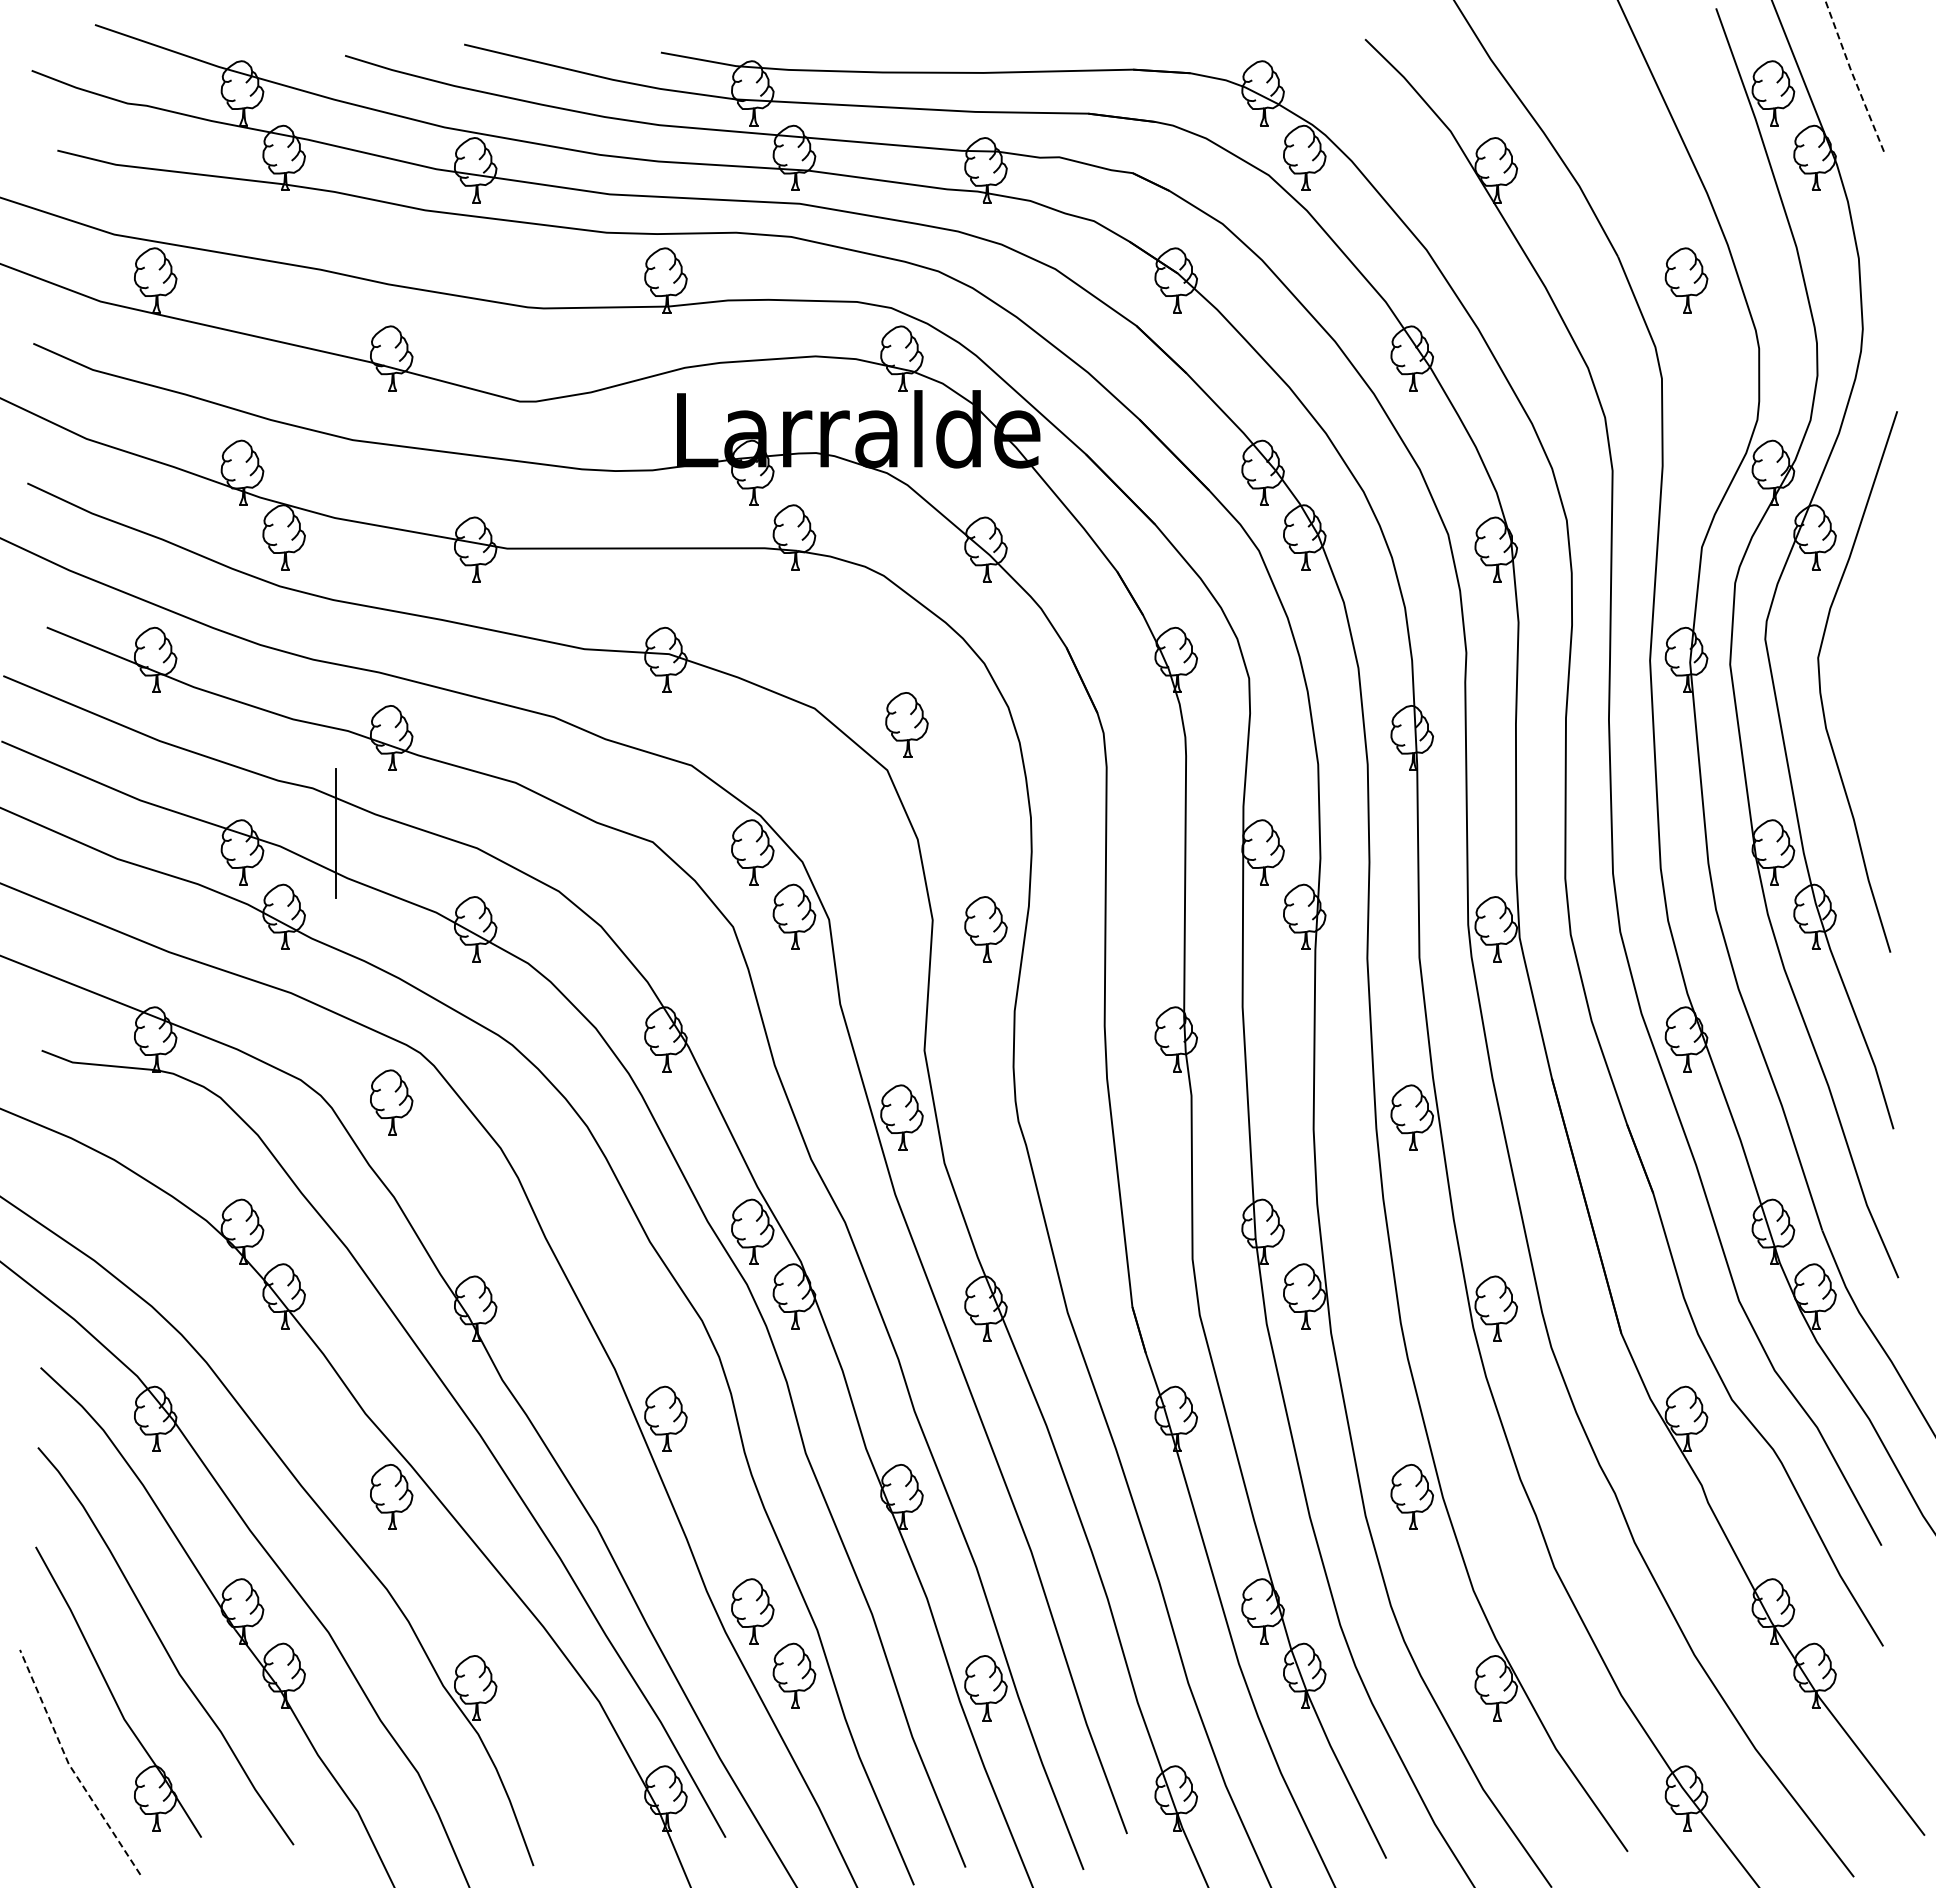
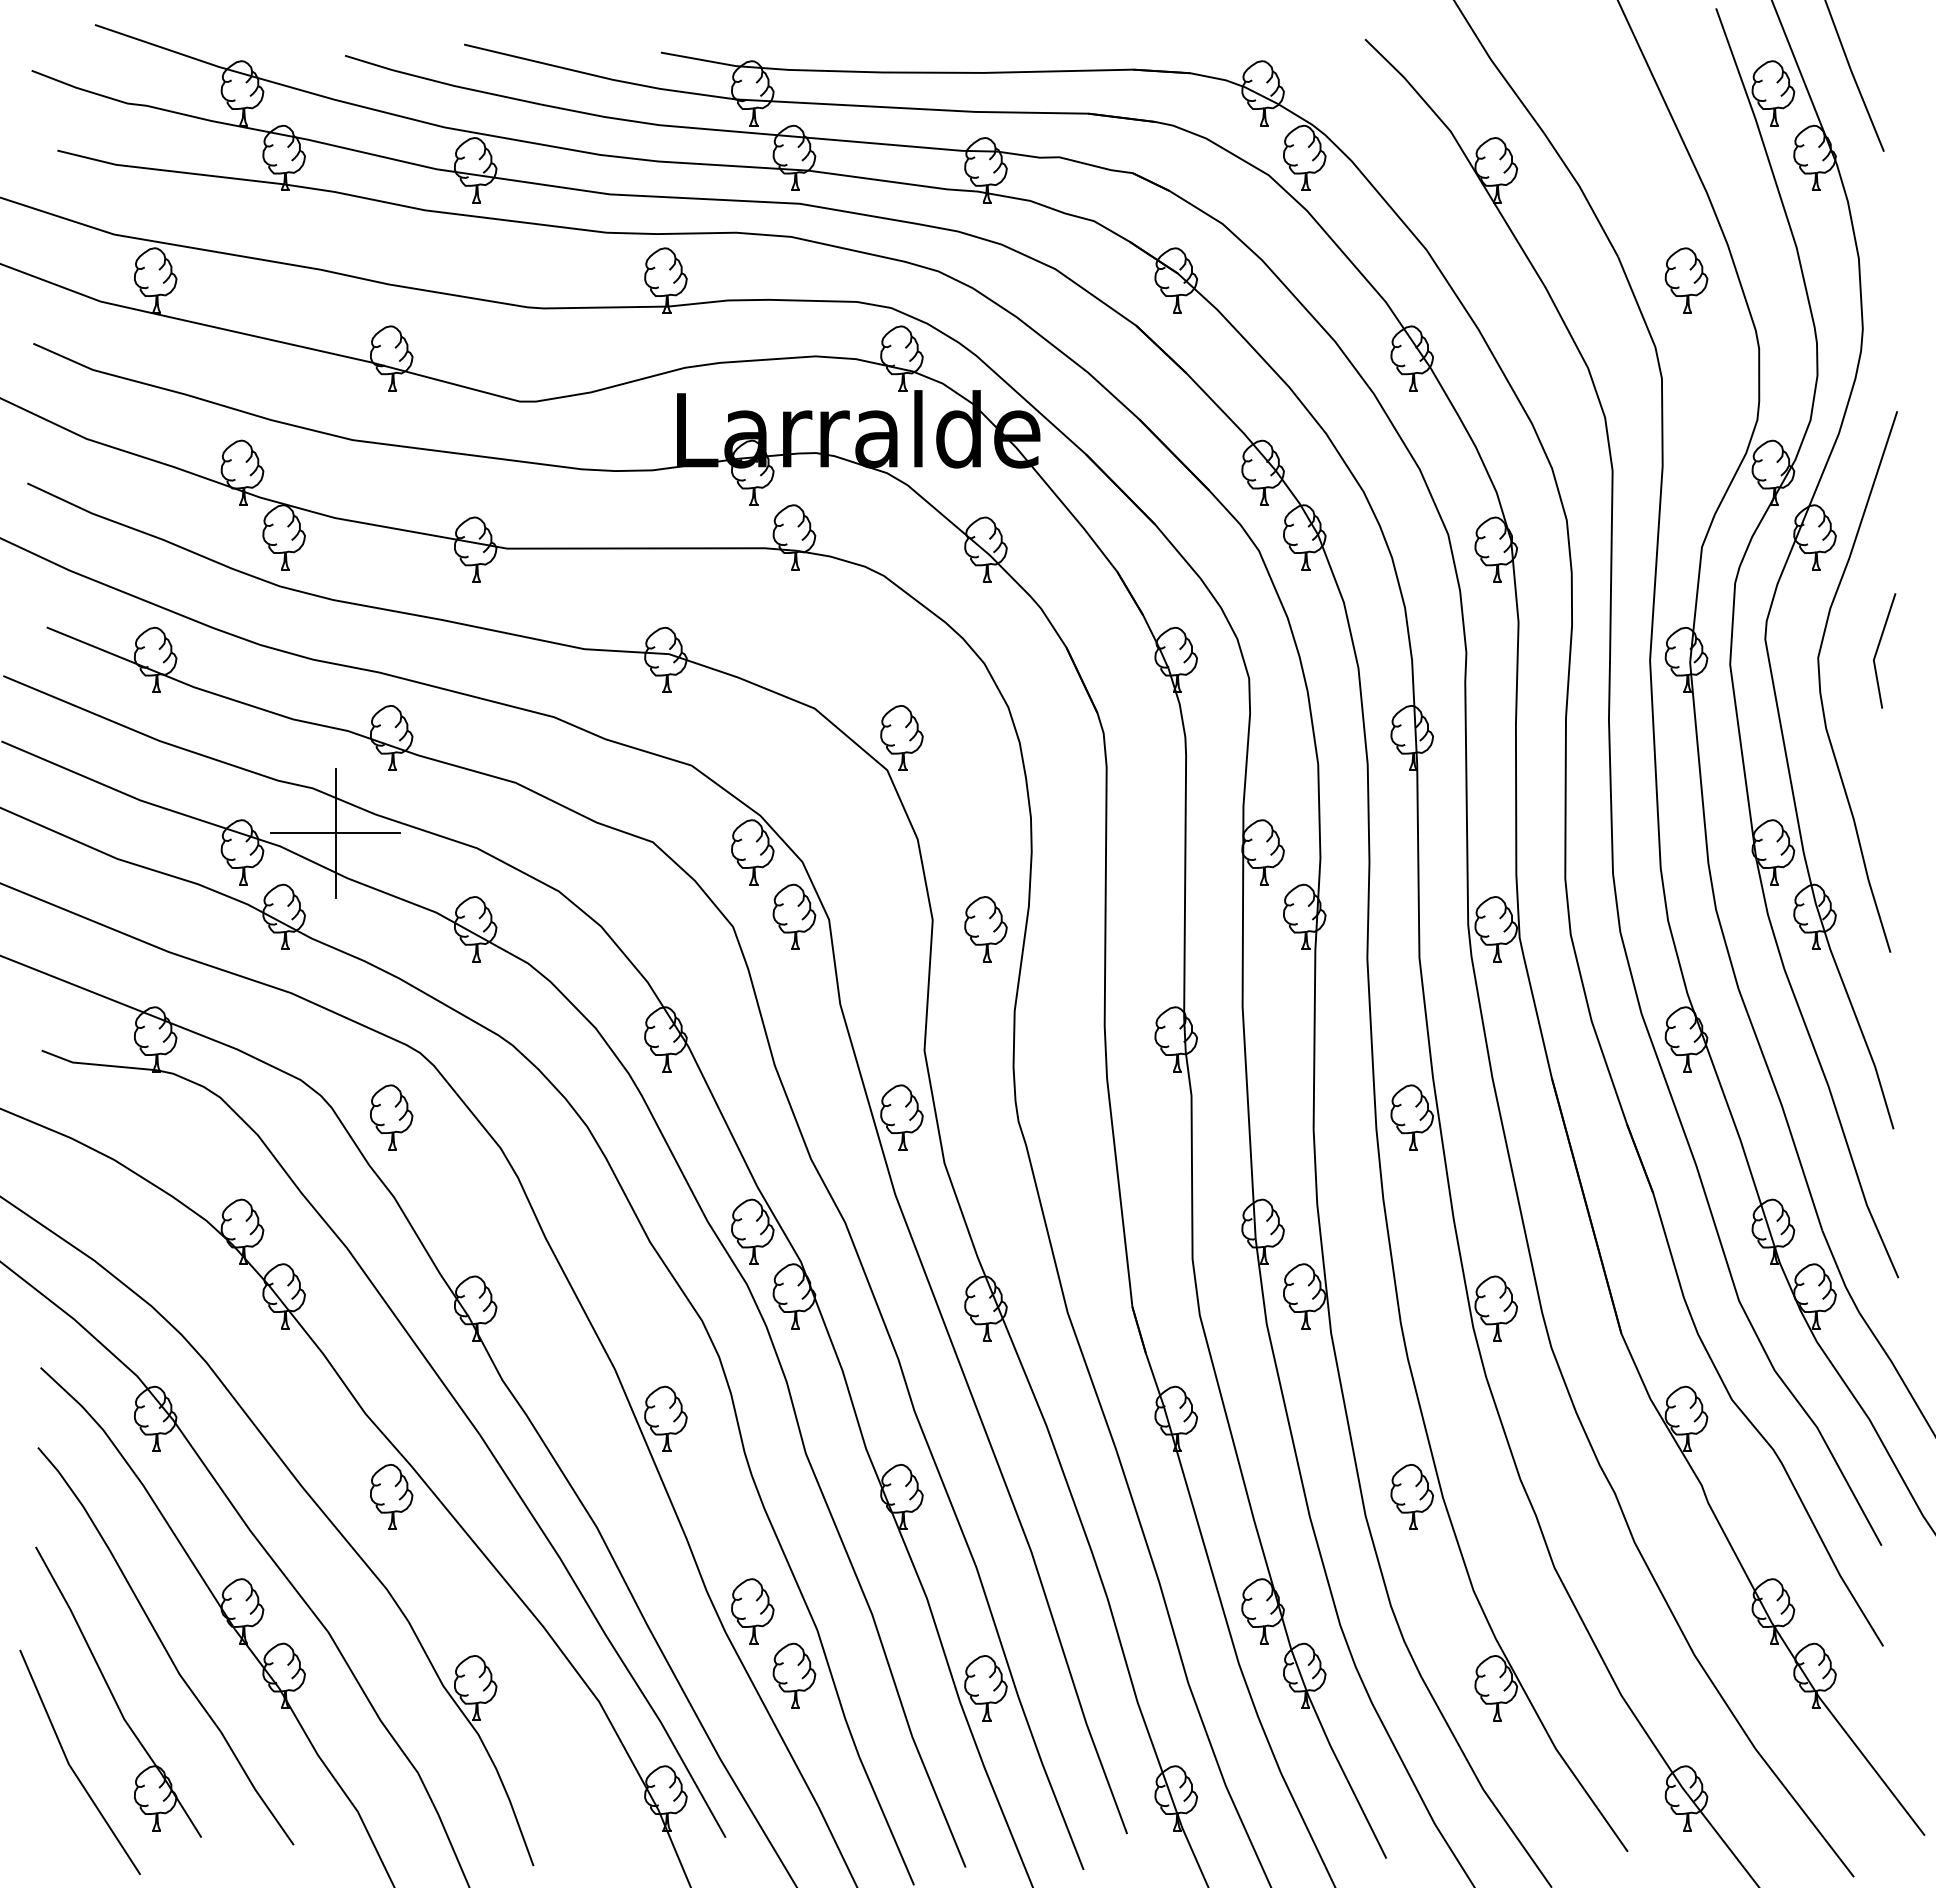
line at (1853, 76): dashed -> solid
line at (1878, 649): none -> present
part at (906, 724) position: (906, 724) -> (901, 737)
line at (335, 833): none -> present
part at (391, 1102) position: (391, 1102) -> (391, 1117)
line at (70, 1766): dashed -> solid
